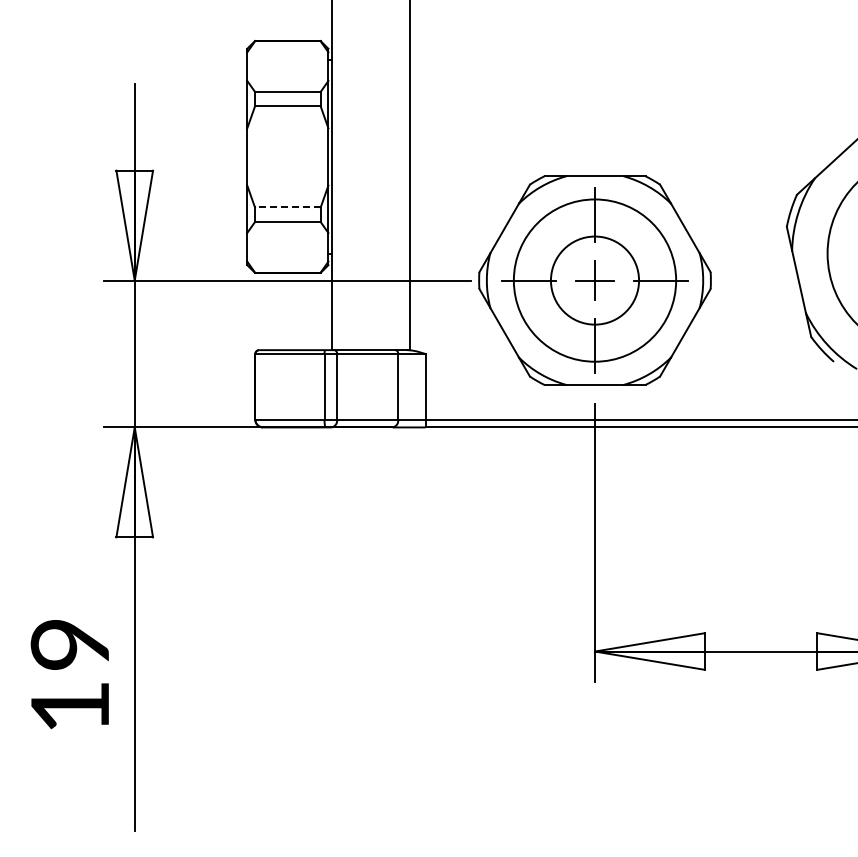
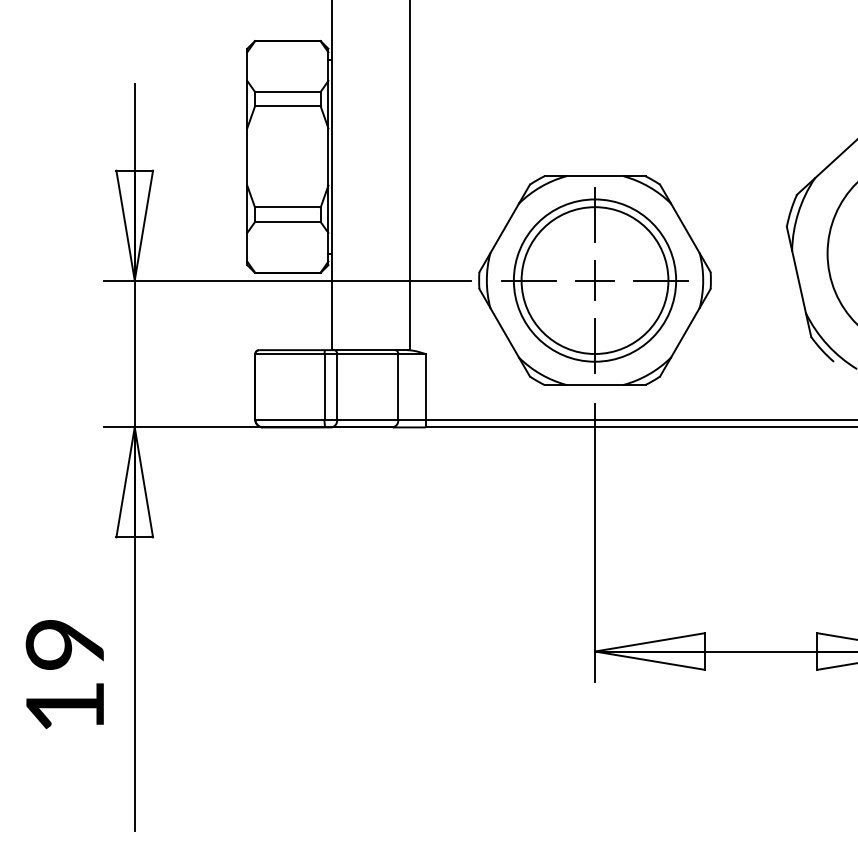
line at (287, 207): dashed -> solid
circle at (594, 280) diameter: 88 px -> 147 px
text at (69, 674) position: (69, 674) -> (64, 674)
